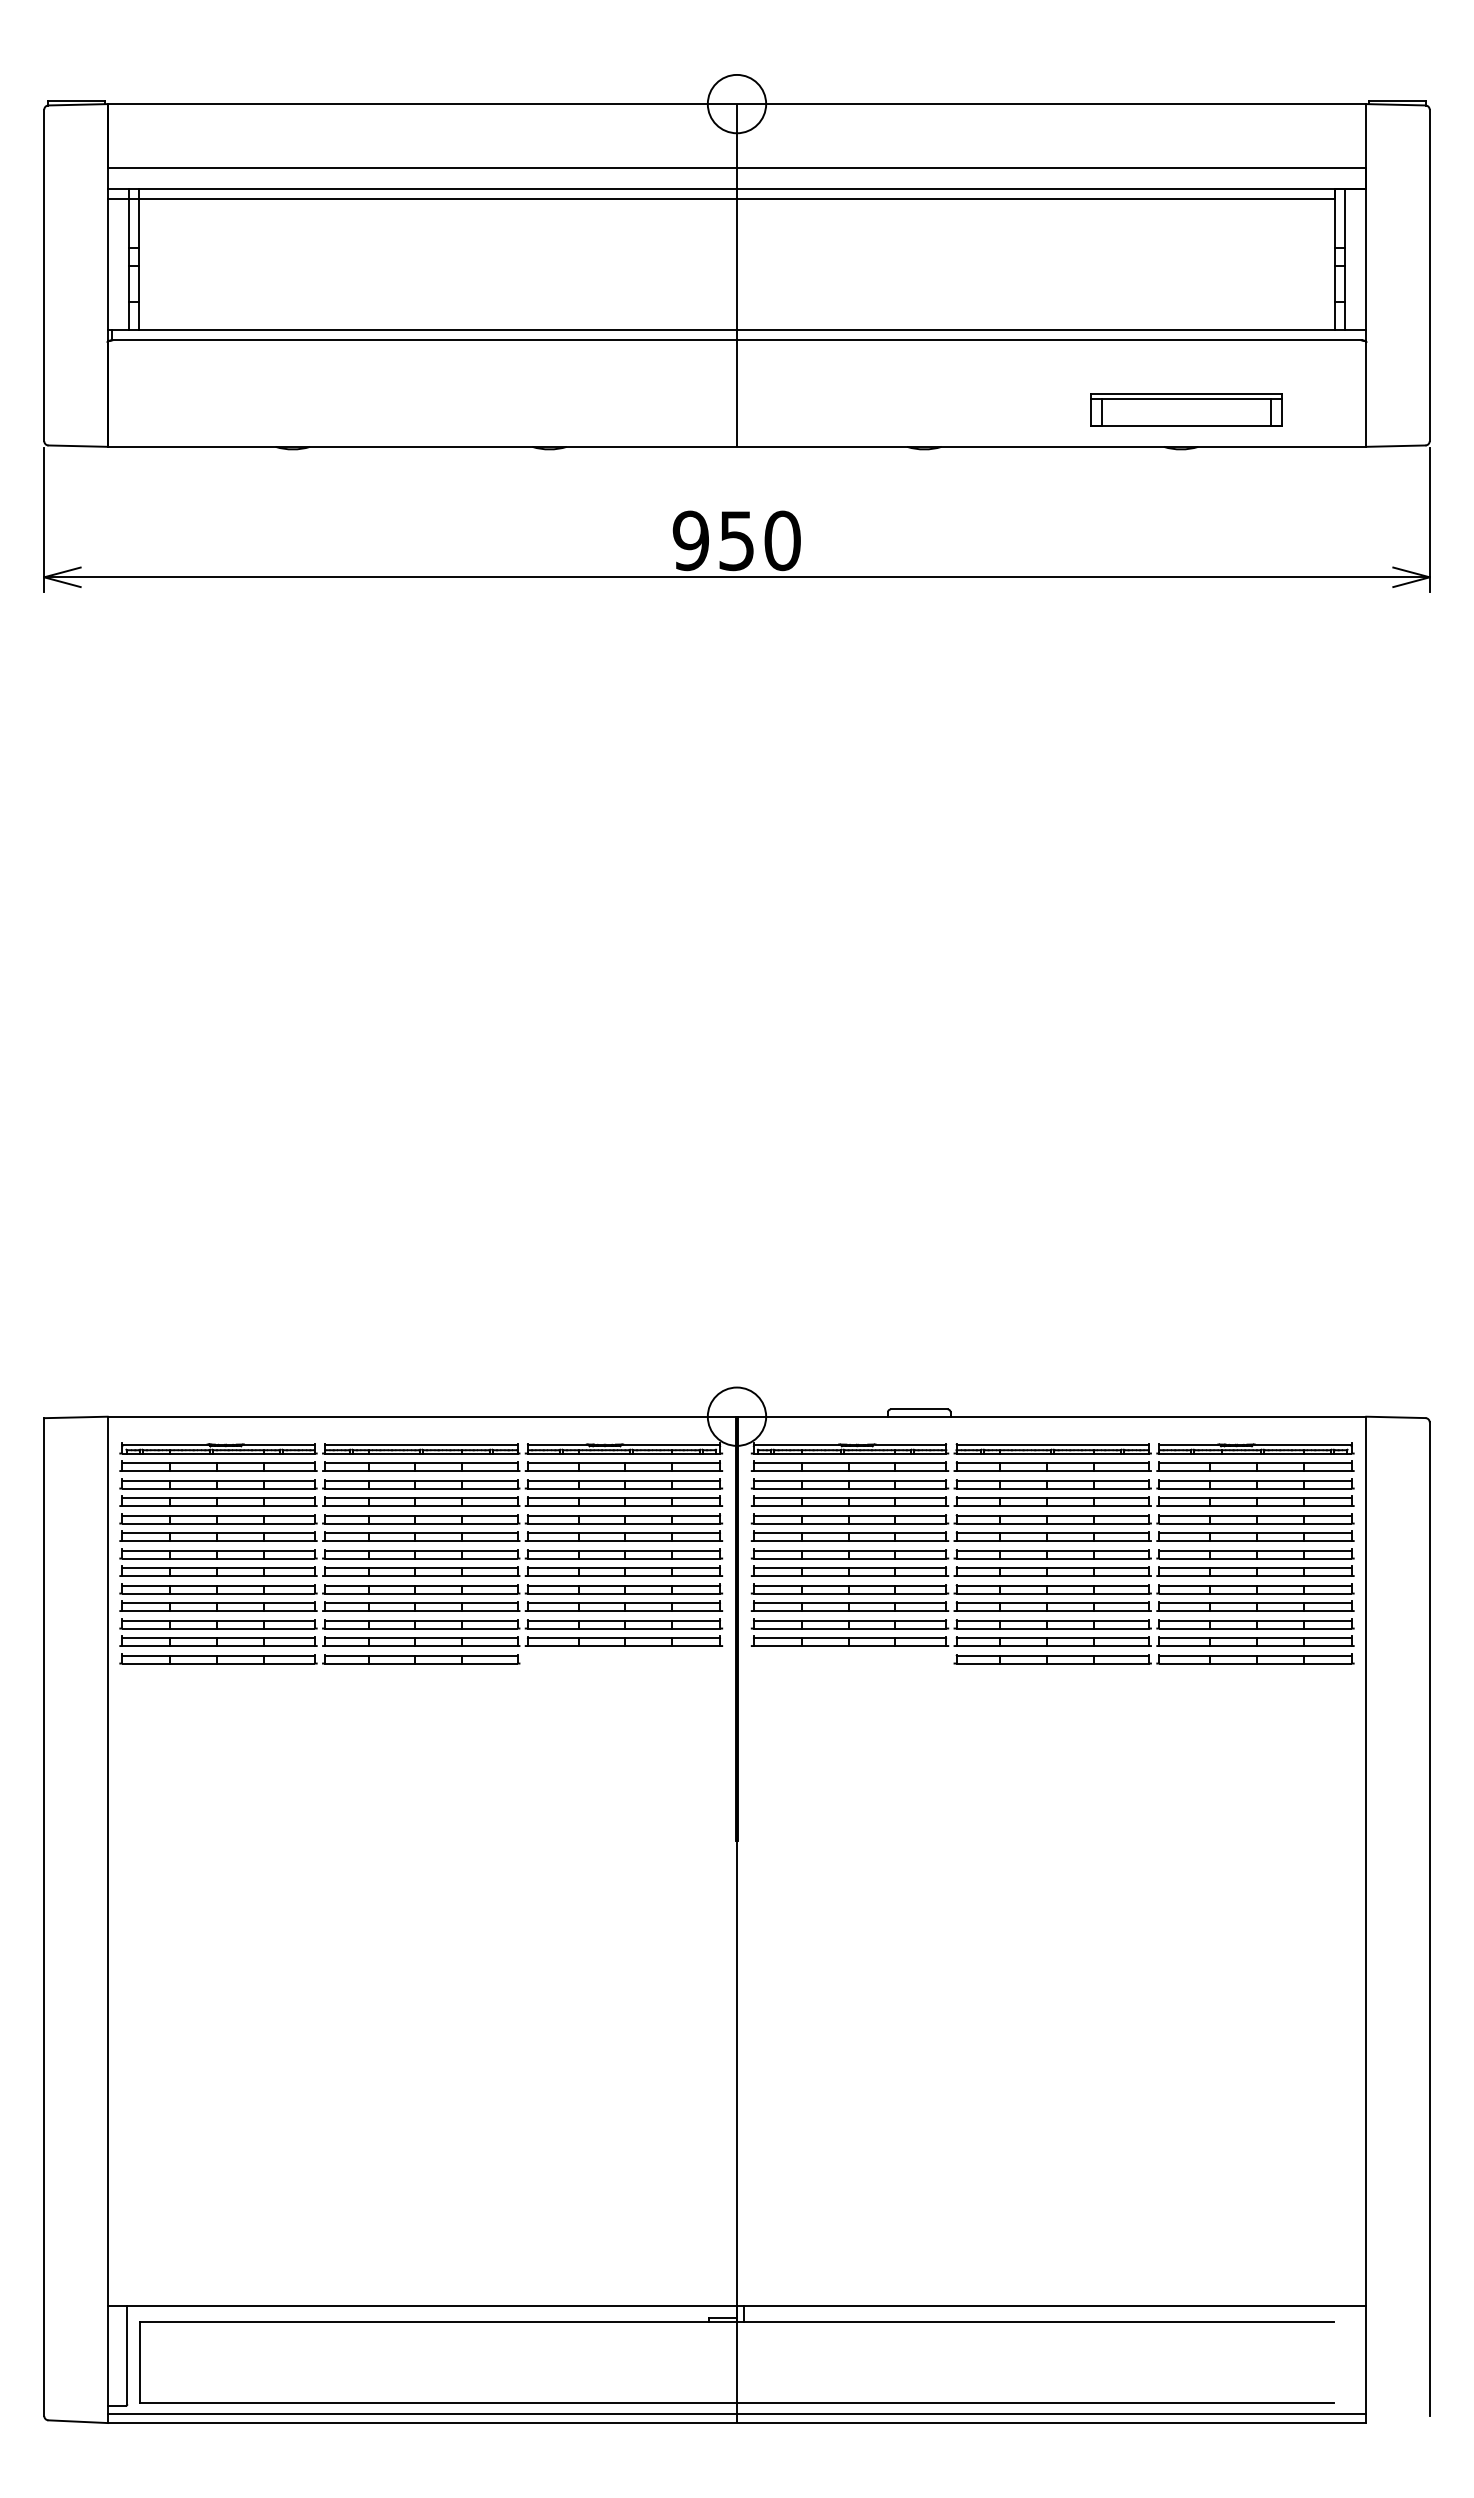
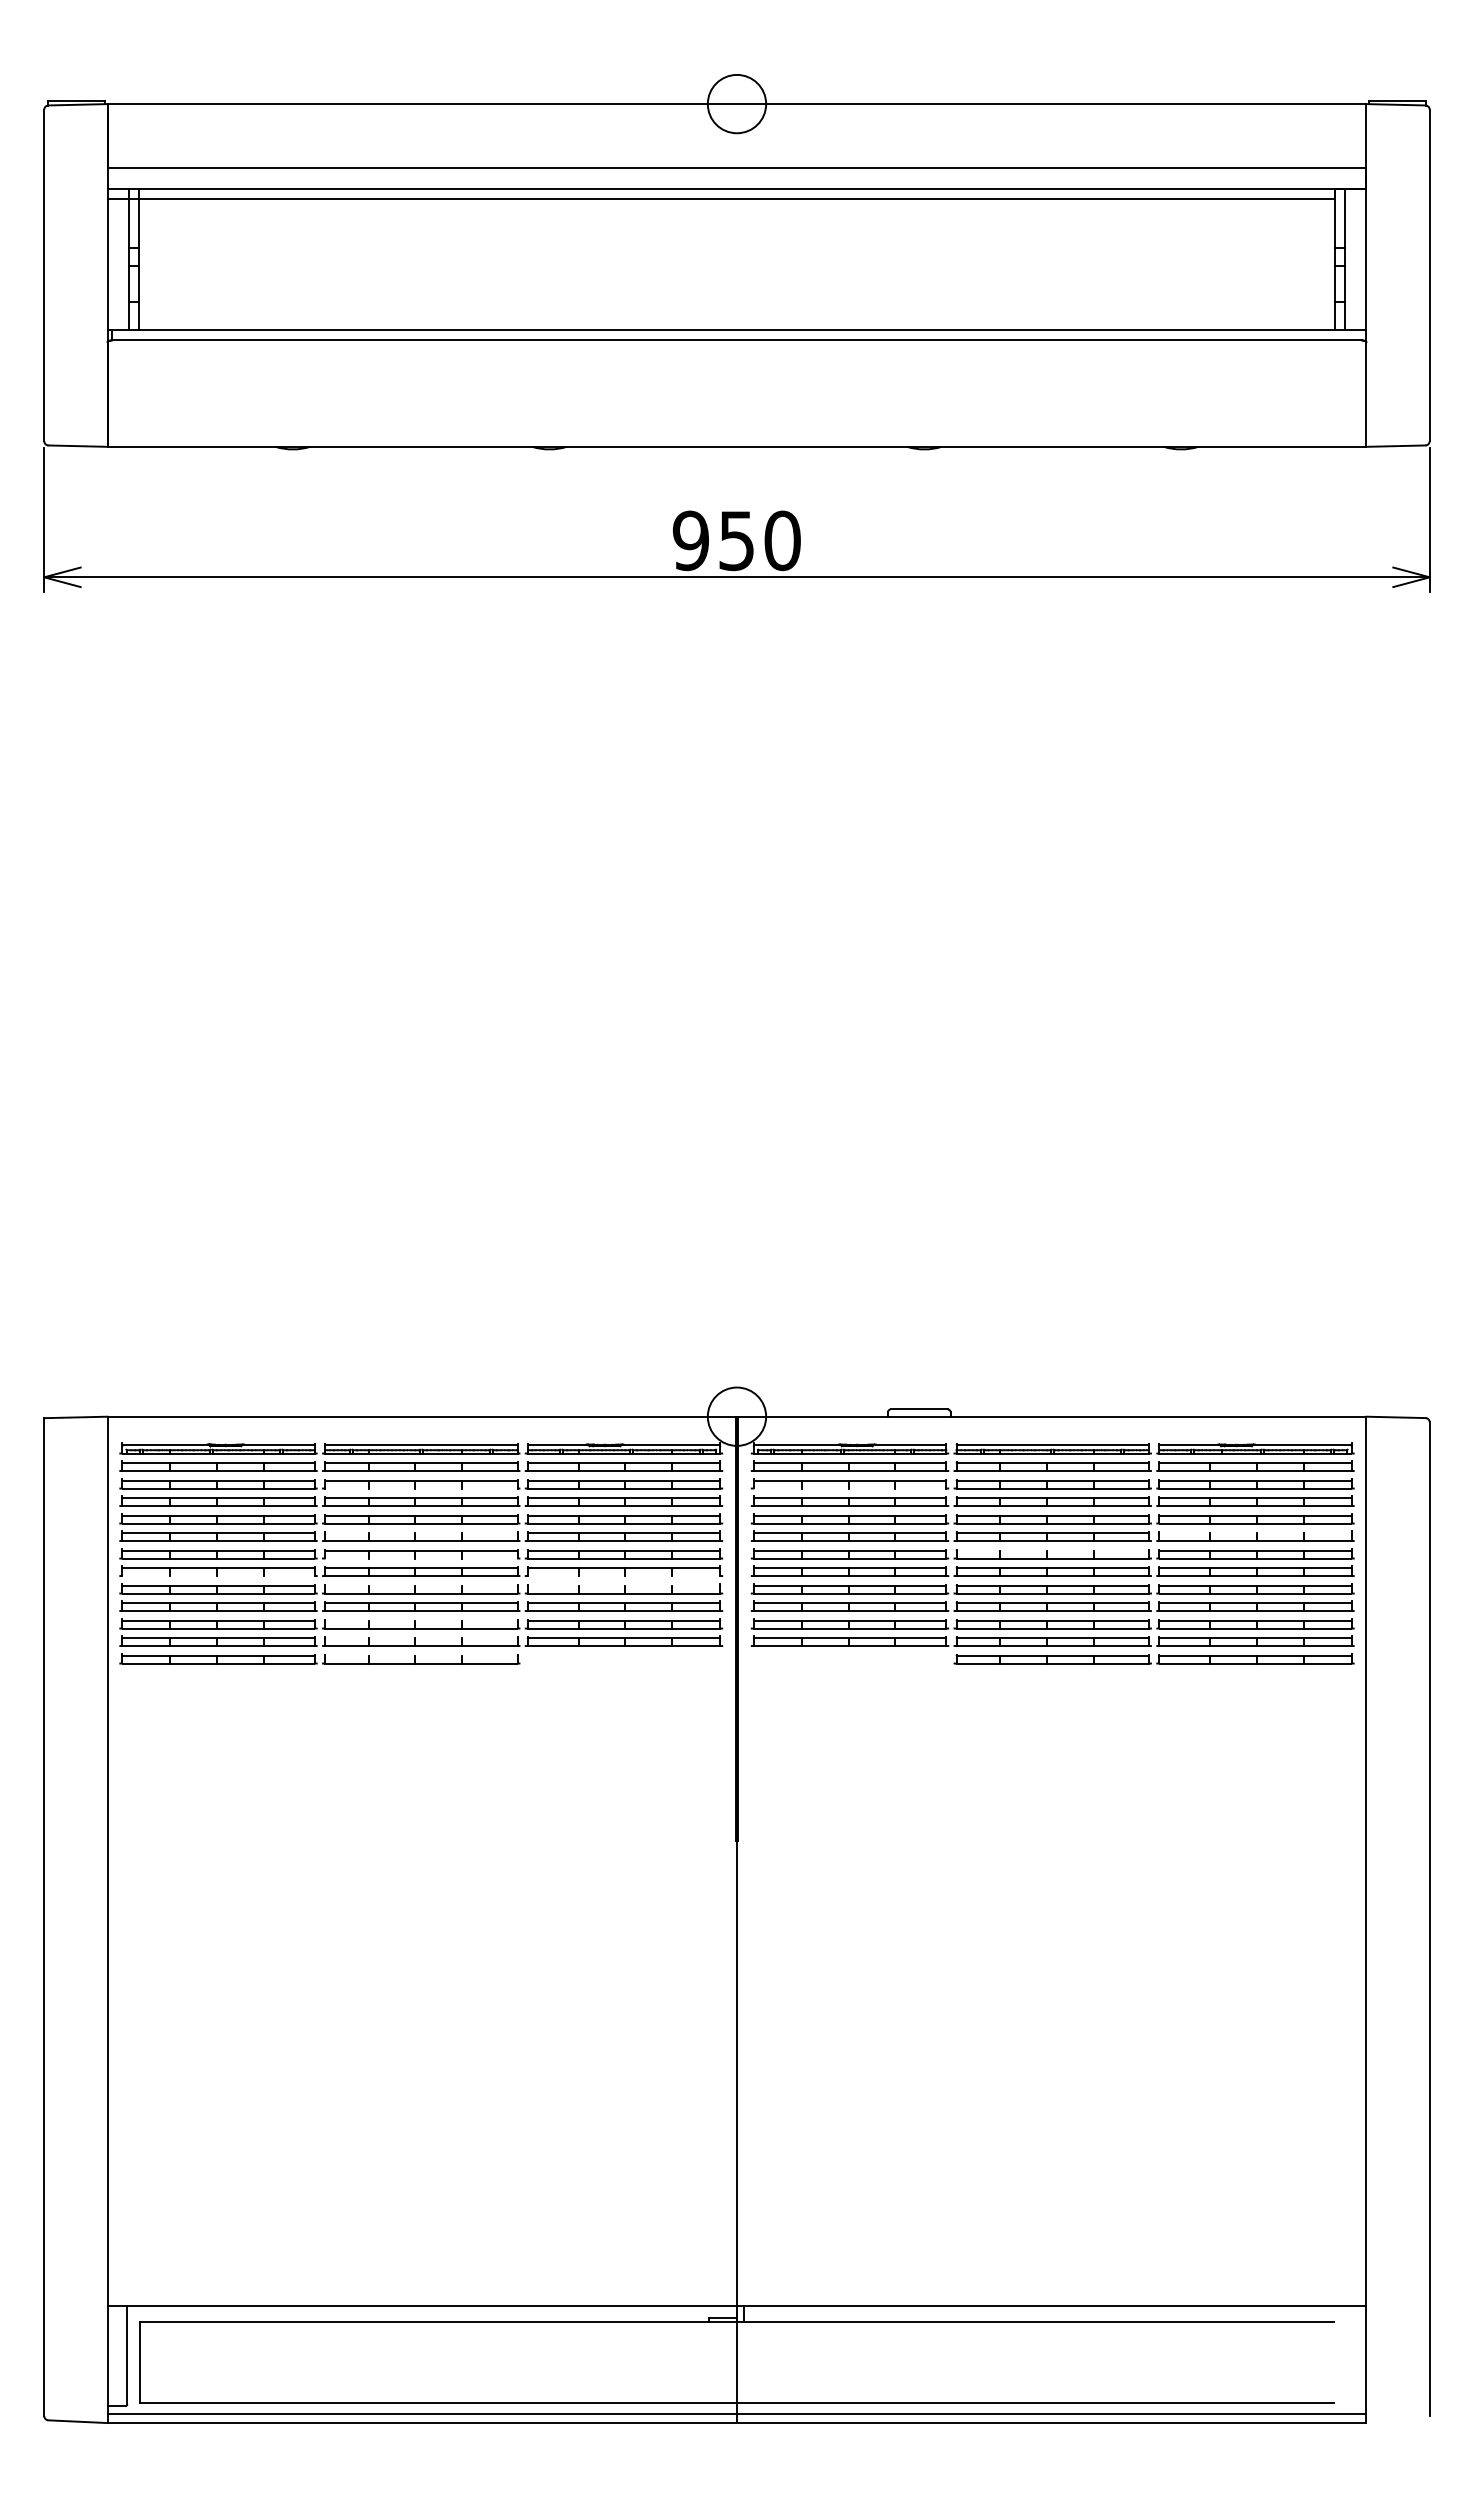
line at (737, 275): present -> none
part at (1186, 409): present -> none
line at (421, 1488): present -> none
line at (849, 1488): present -> none
line at (421, 1533): present -> none
line at (1255, 1533): present -> none
line at (1052, 1550): present -> none
line at (421, 1558): present -> none
line at (218, 1576): present -> none
line at (623, 1576): present -> none
line at (421, 1585): present -> none
line at (623, 1585): present -> none
line at (421, 1620): present -> none
line at (421, 1638): present -> none
line at (421, 1655): present -> none
